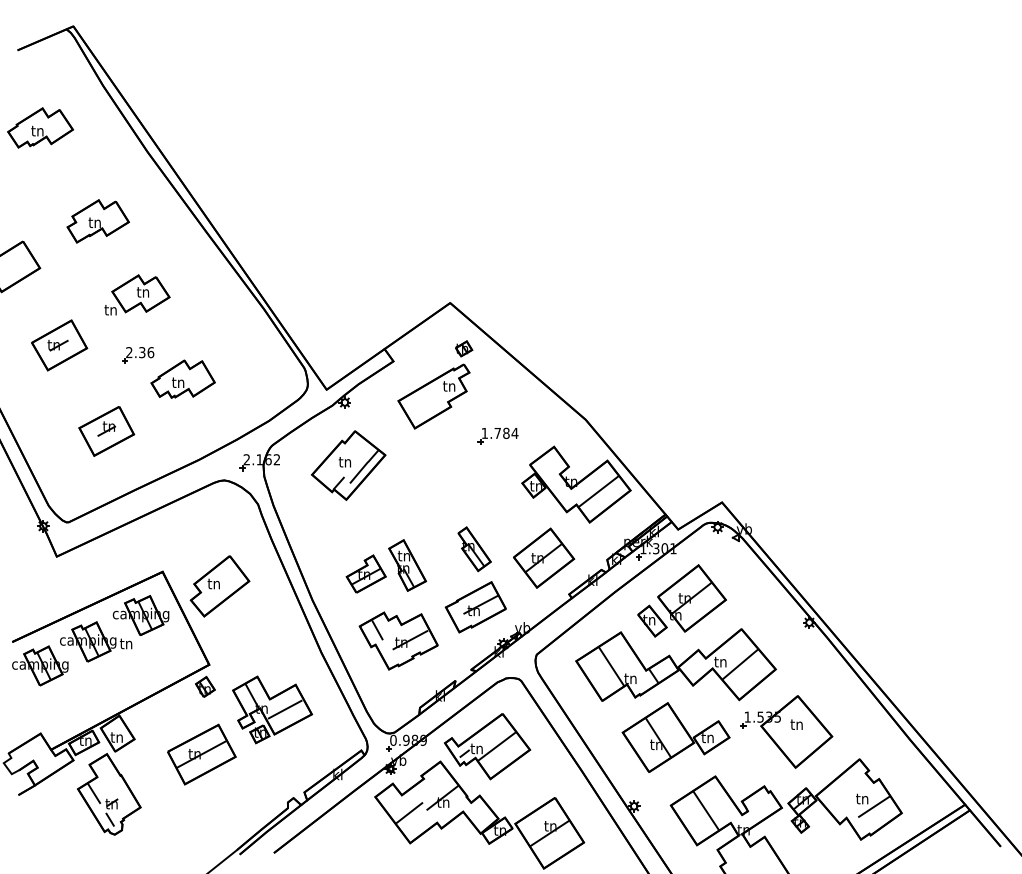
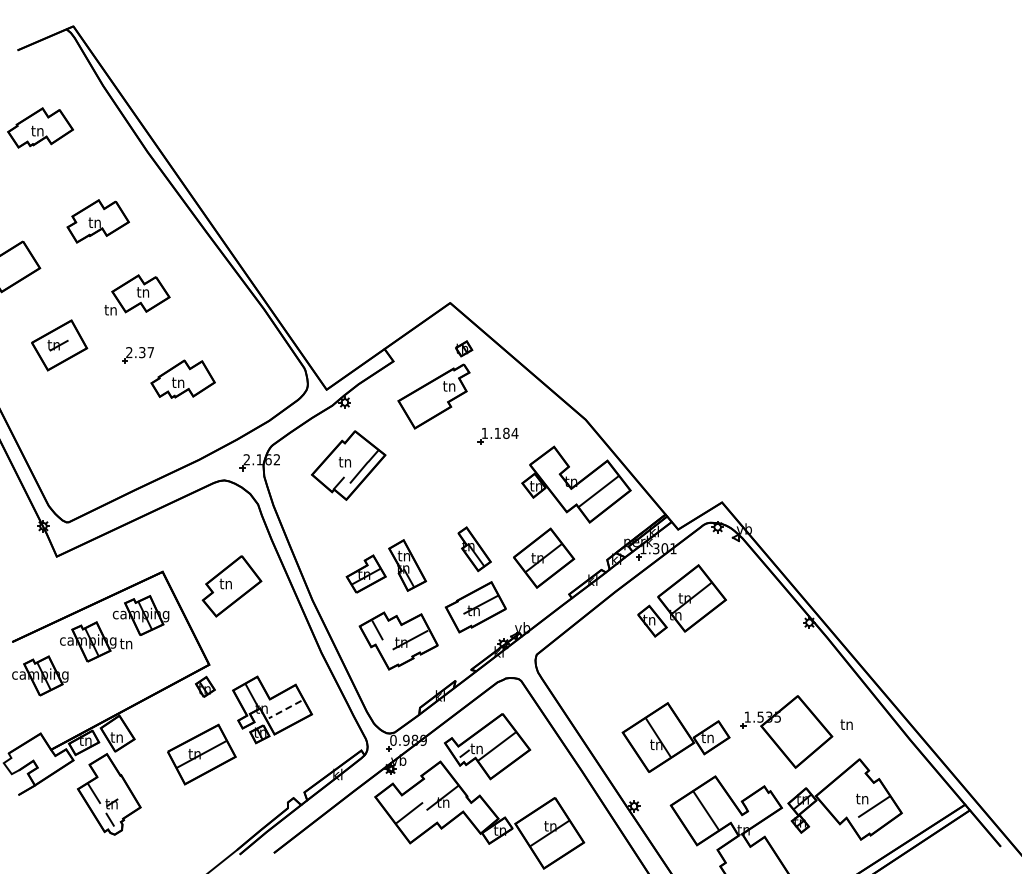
text at (150, 352): 2.36 -> 2.37
part at (106, 431): present -> none
text at (497, 433): 1.784 -> 1.184
part at (219, 586) position: (219, 586) -> (231, 586)
part at (675, 664): present -> none
part at (40, 665) position: (40, 665) -> (40, 675)
line at (284, 709): solid -> dashed
text at (796, 724) position: (796, 724) -> (846, 724)
